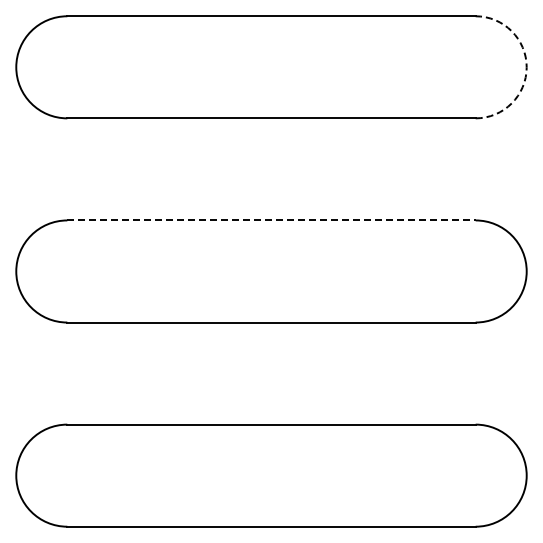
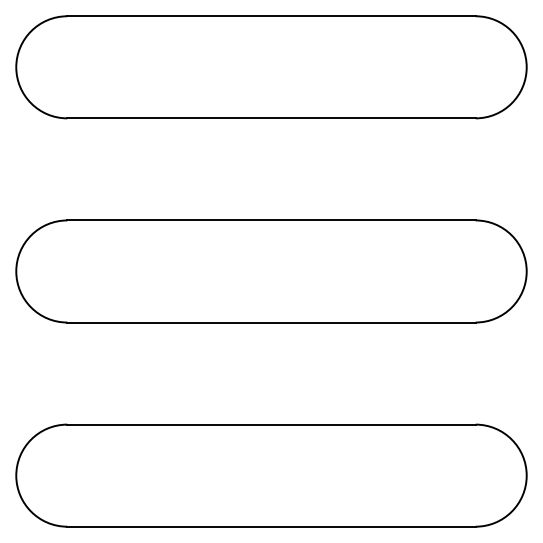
arc at (526, 67): dashed -> solid
line at (271, 220): dashed -> solid
